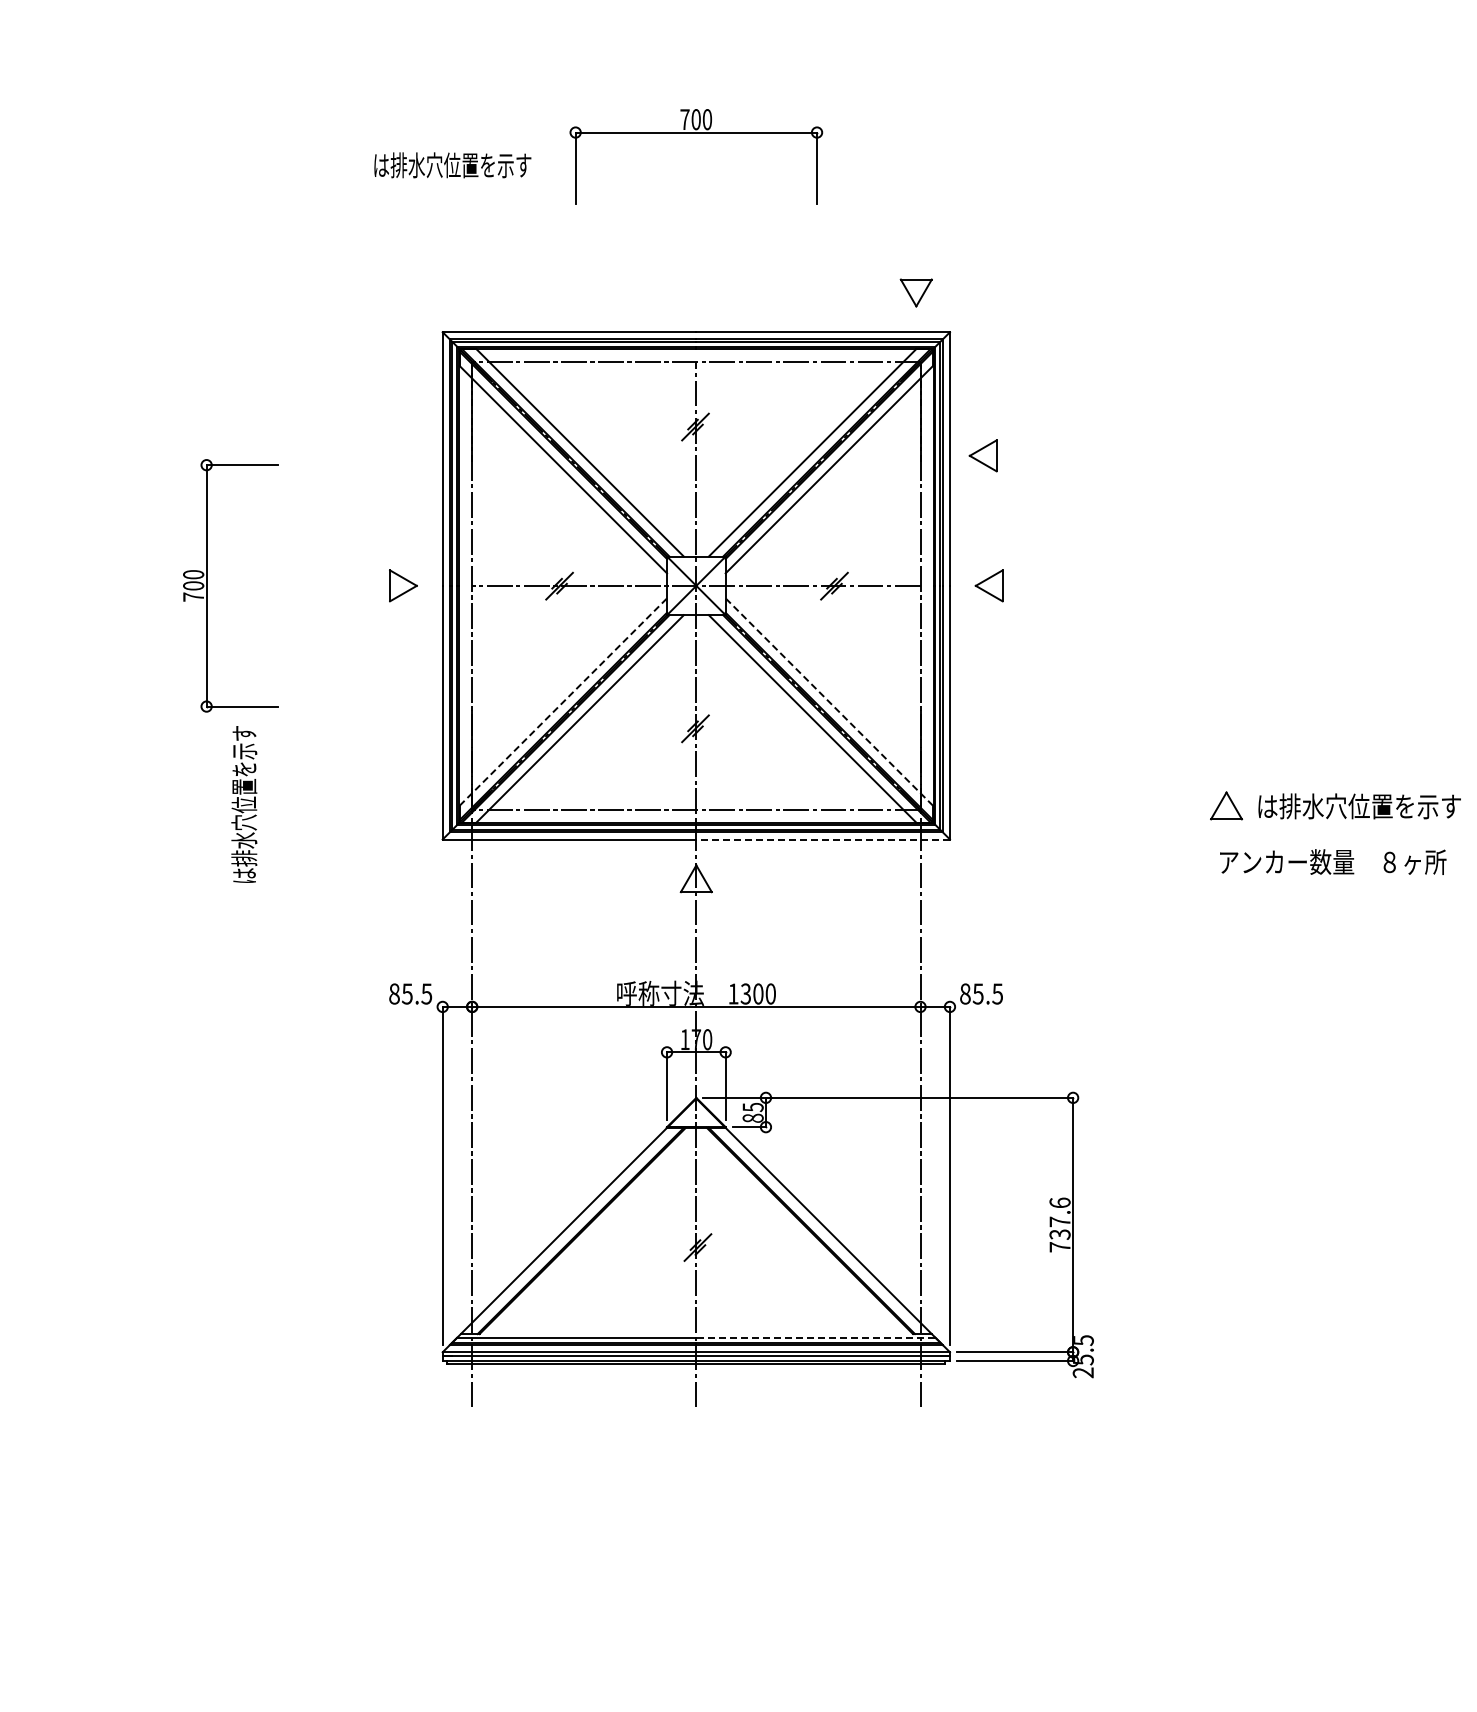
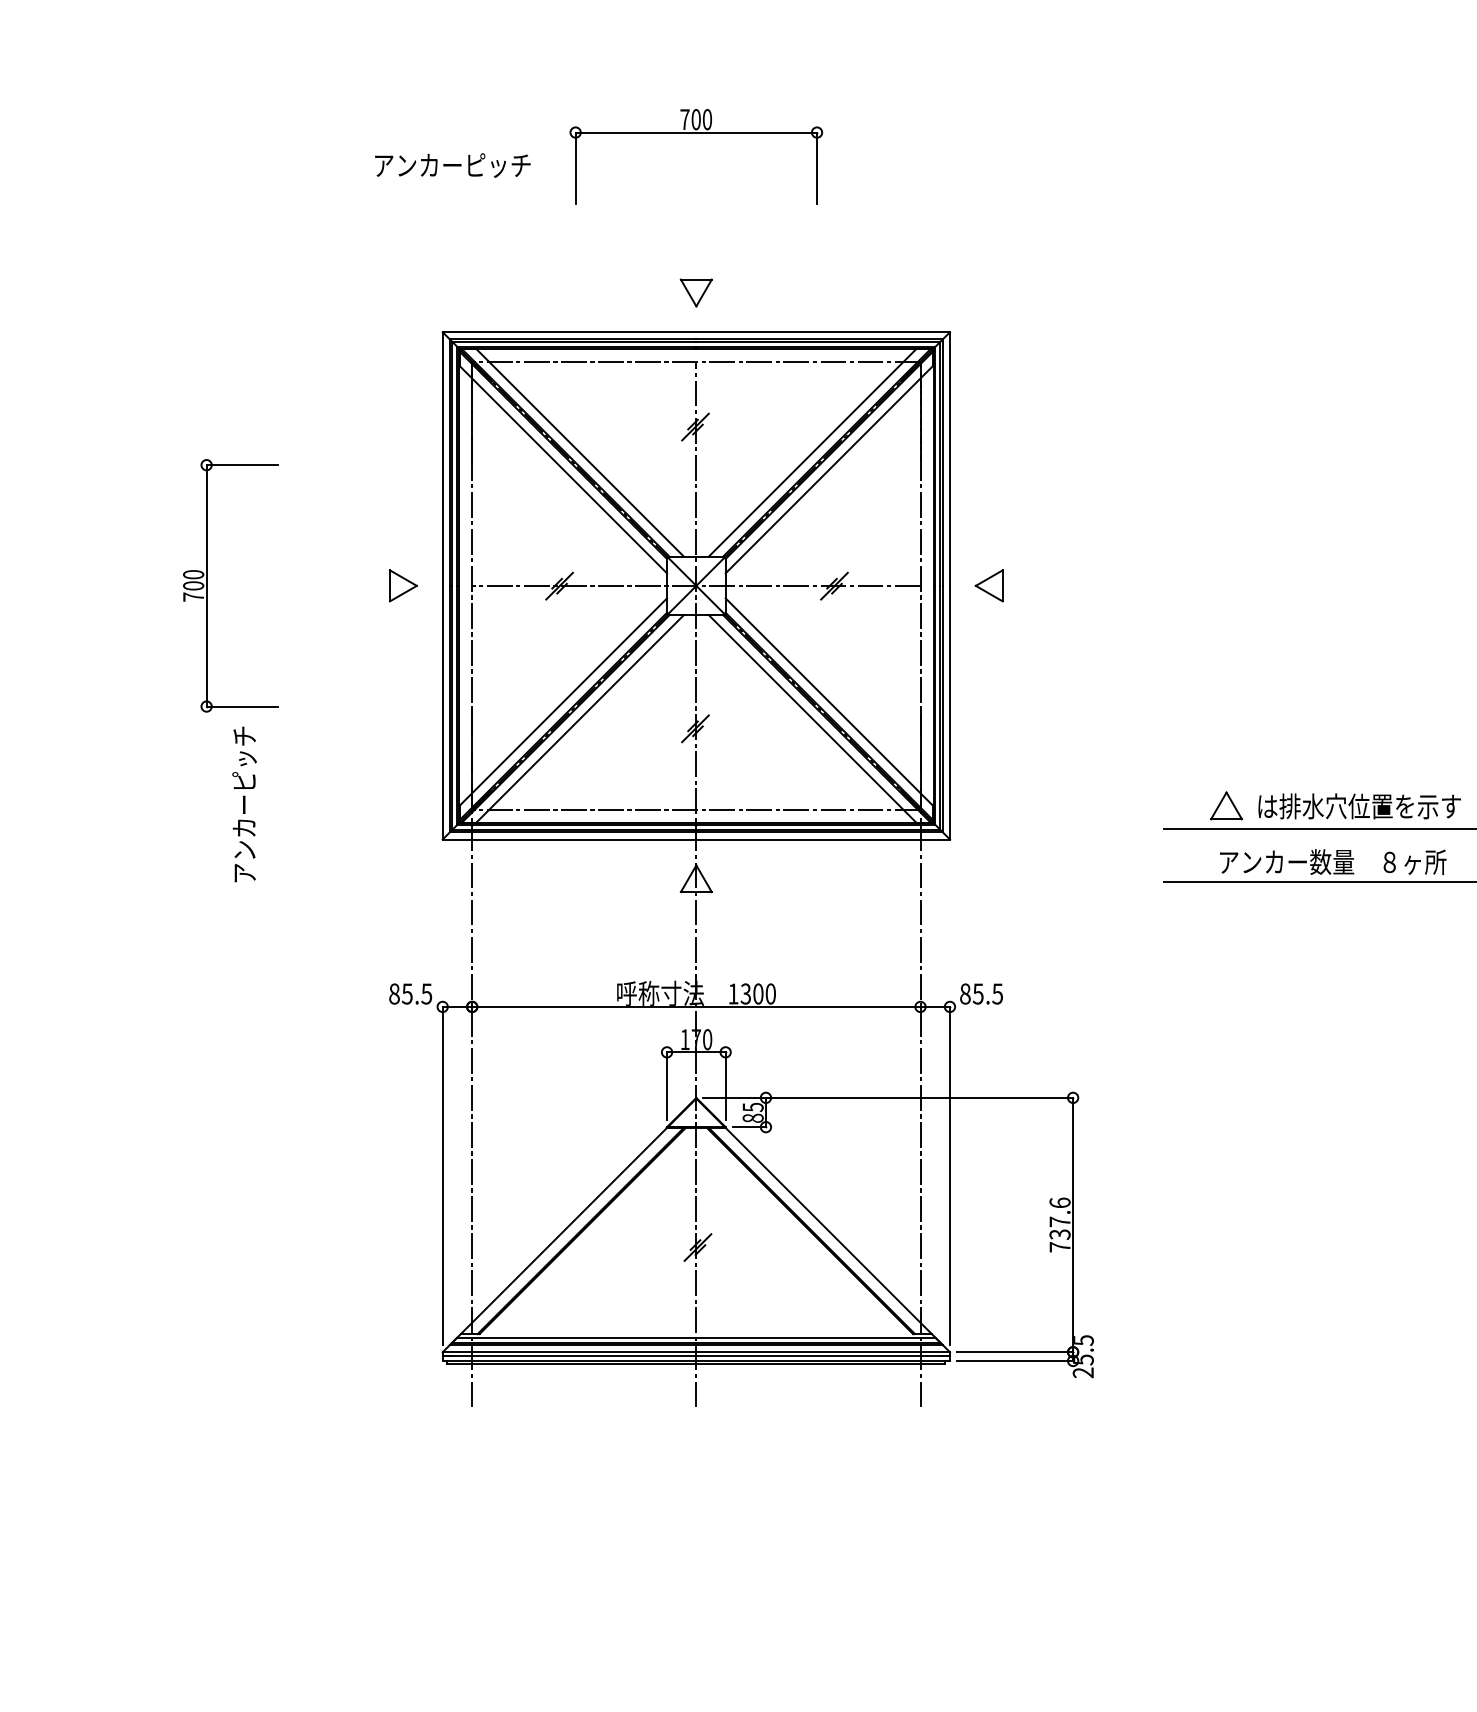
text at (452, 165): は排水穴位置を示す -> アンカーピッチ
part at (915, 292) position: (915, 292) -> (695, 292)
part at (982, 455): present -> none
line at (563, 702): dashed -> solid
line at (829, 702): dashed -> solid
text at (244, 804): は排水穴位置を示す -> アンカーピッチ
line at (1318, 829): none -> present
line at (823, 839): dashed -> solid
line at (1318, 882): none -> present
line at (815, 1337): dashed -> solid
